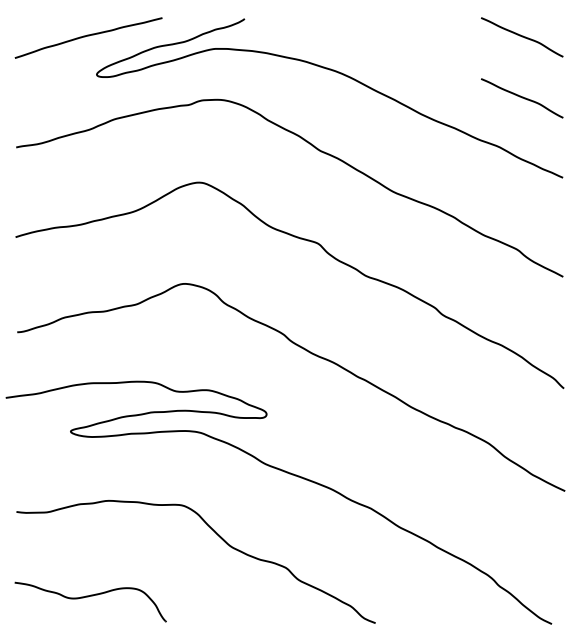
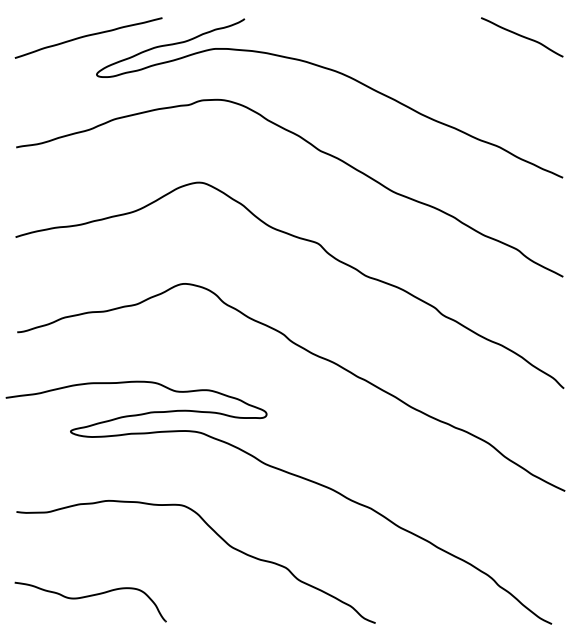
curve at (522, 98): present -> none
